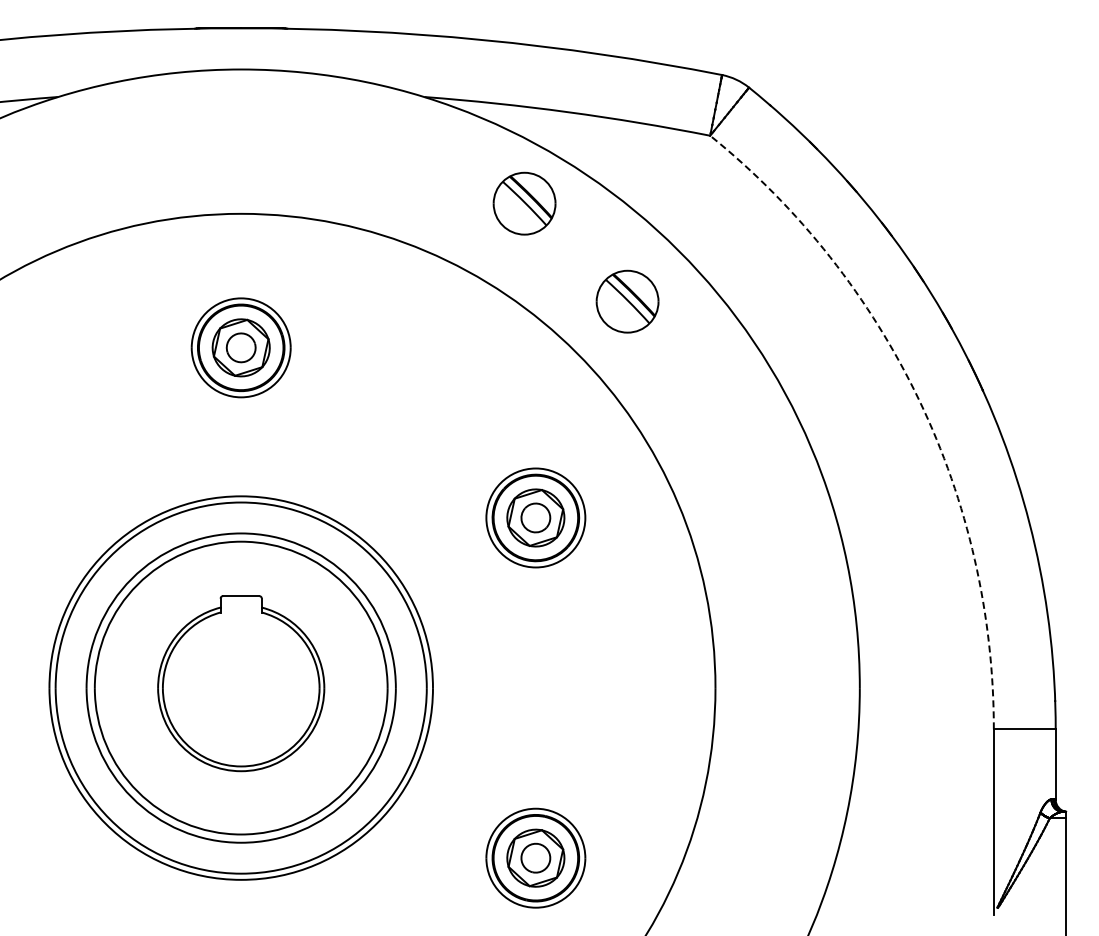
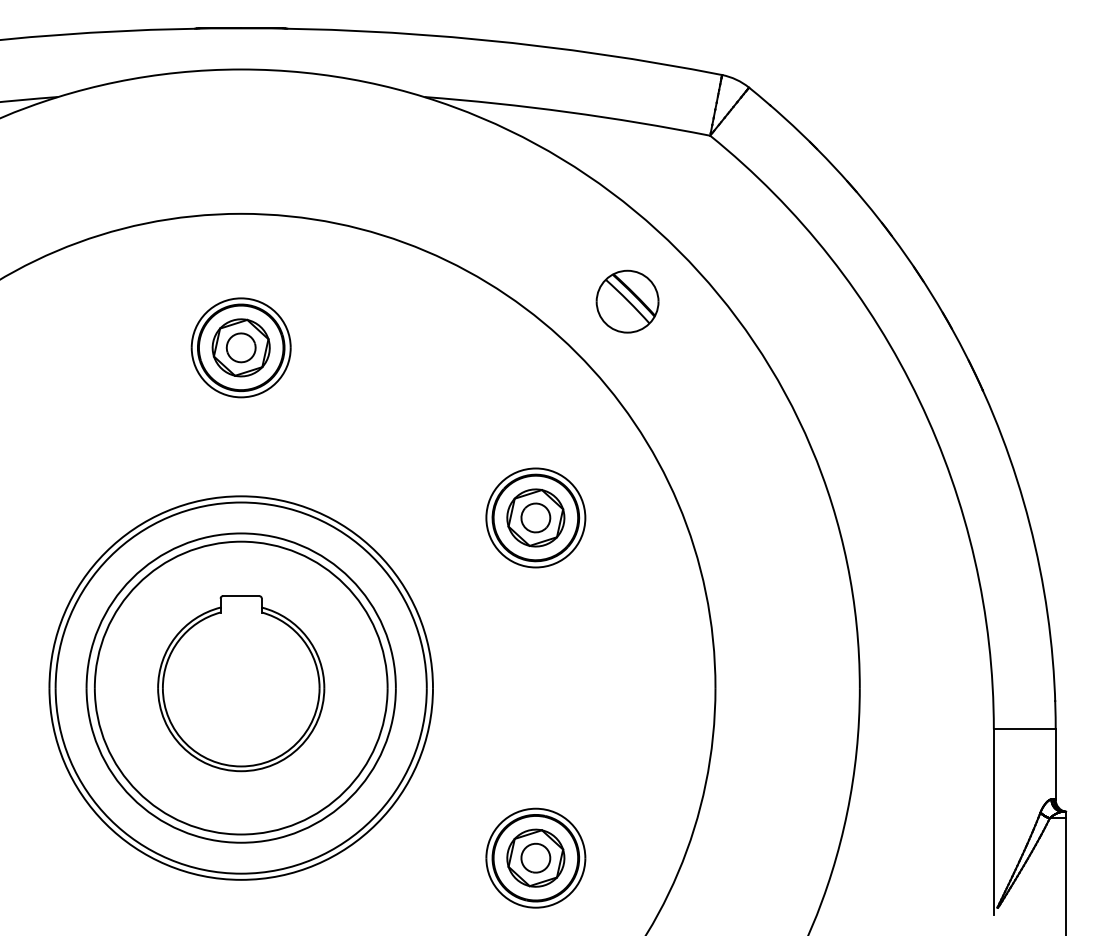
part at (524, 203): present -> none
arc at (919, 400): dashed -> solid
